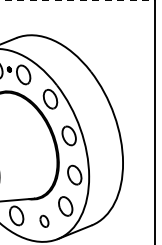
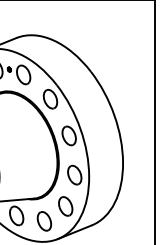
line at (77, 0): dashed -> solid
part at (44, 220) size: 11x14 px -> 17x21 px
